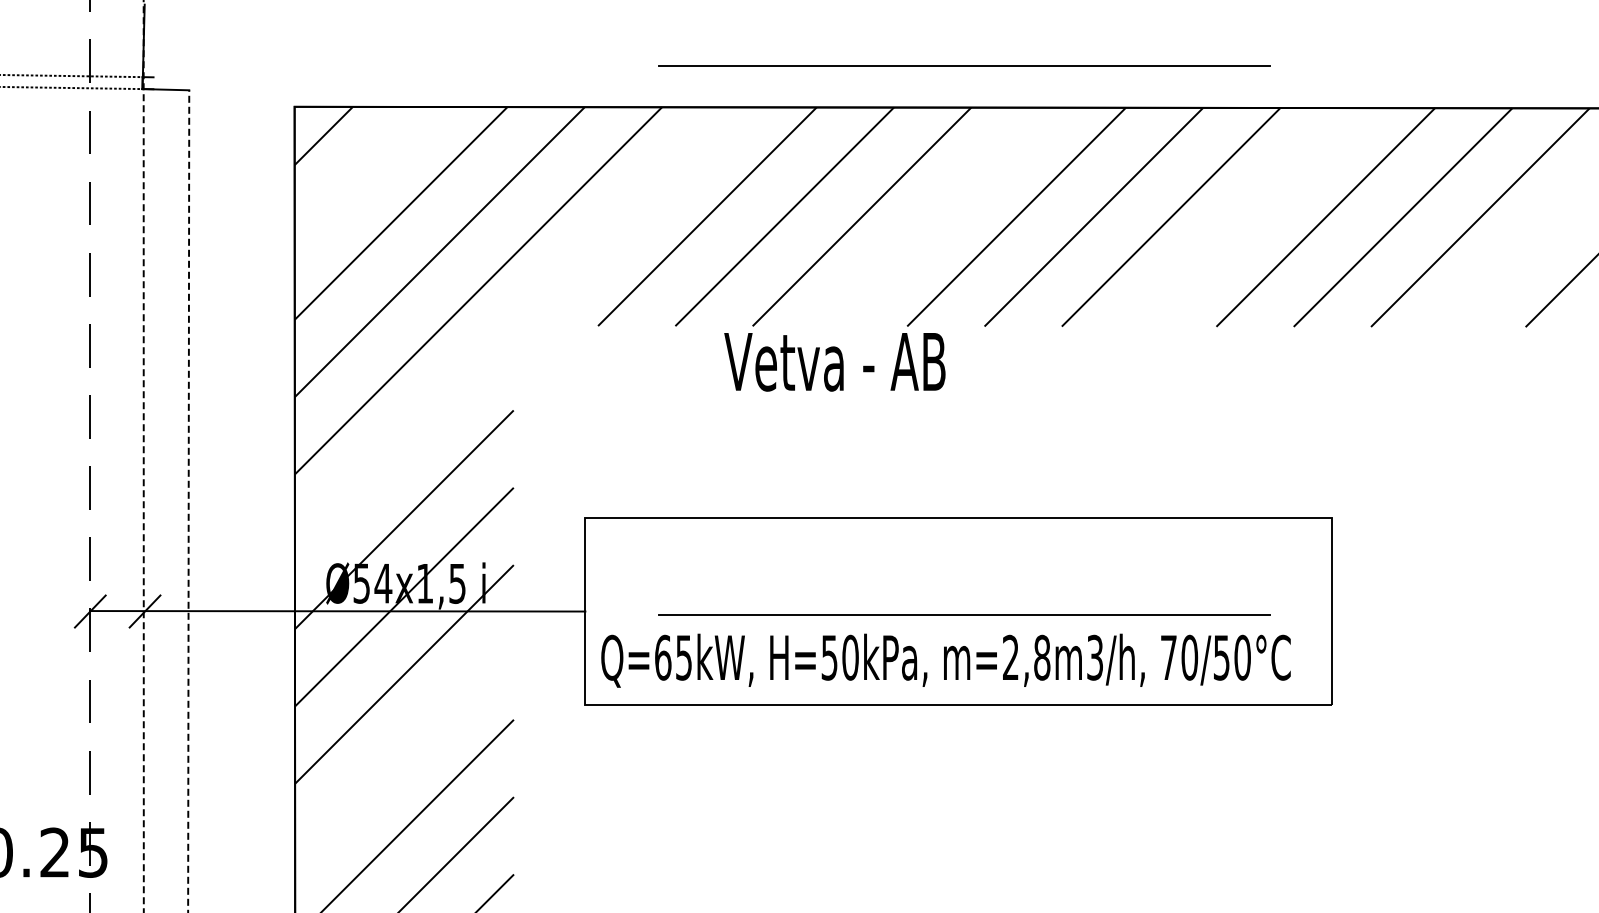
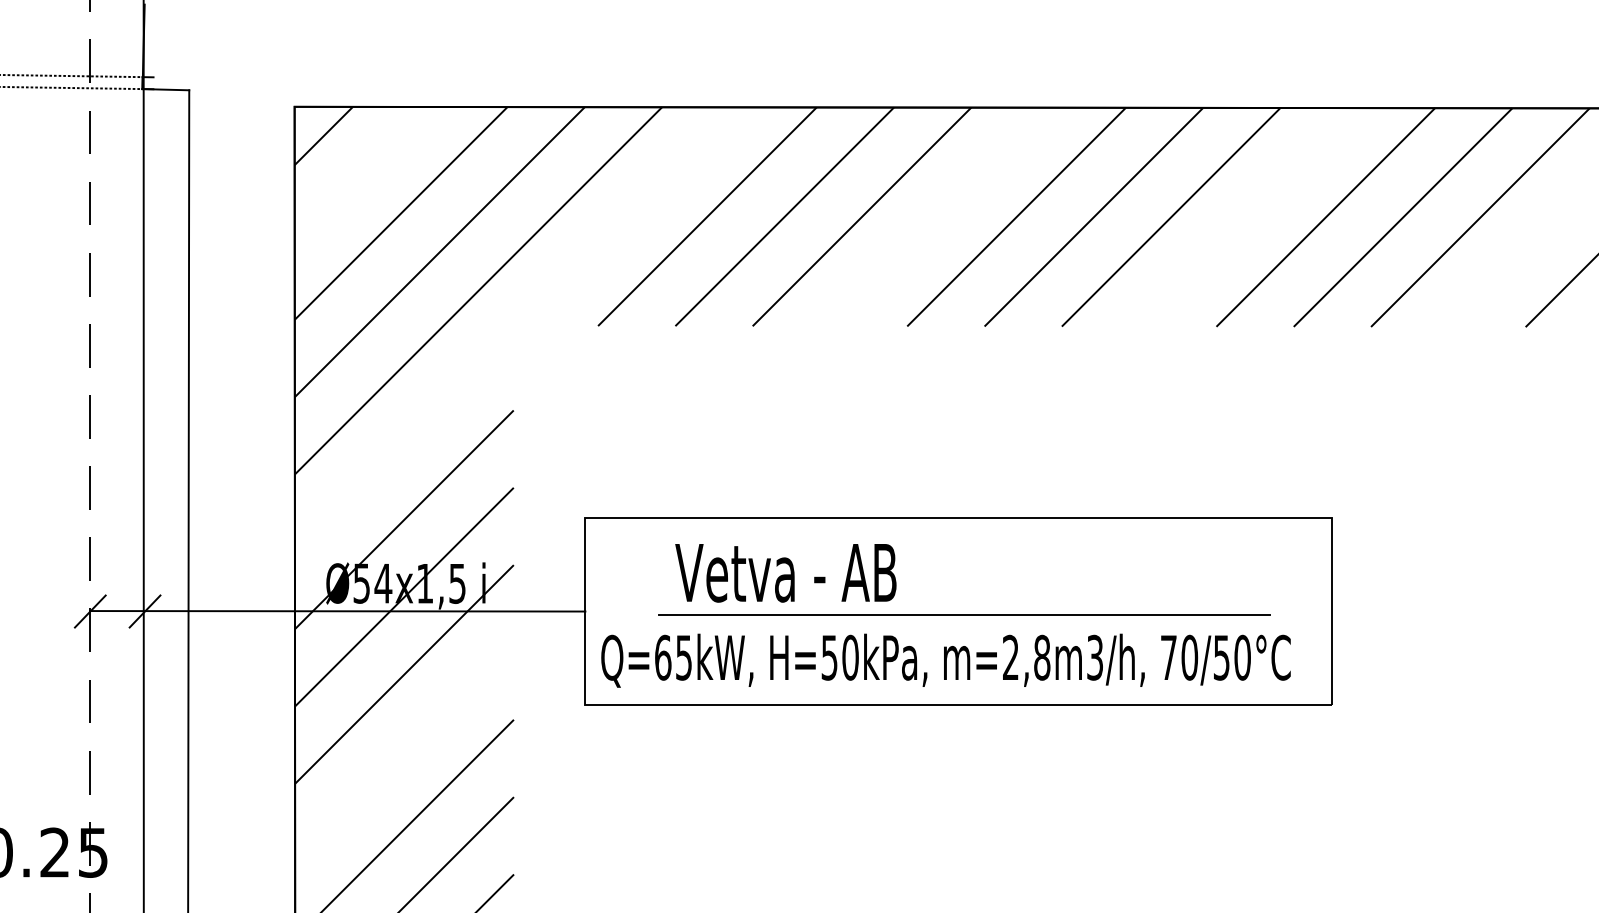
line at (964, 65): present -> none
text at (834, 362) position: (834, 362) -> (785, 573)
line at (143, 456): dashed -> solid
line at (188, 501): dashed -> solid
